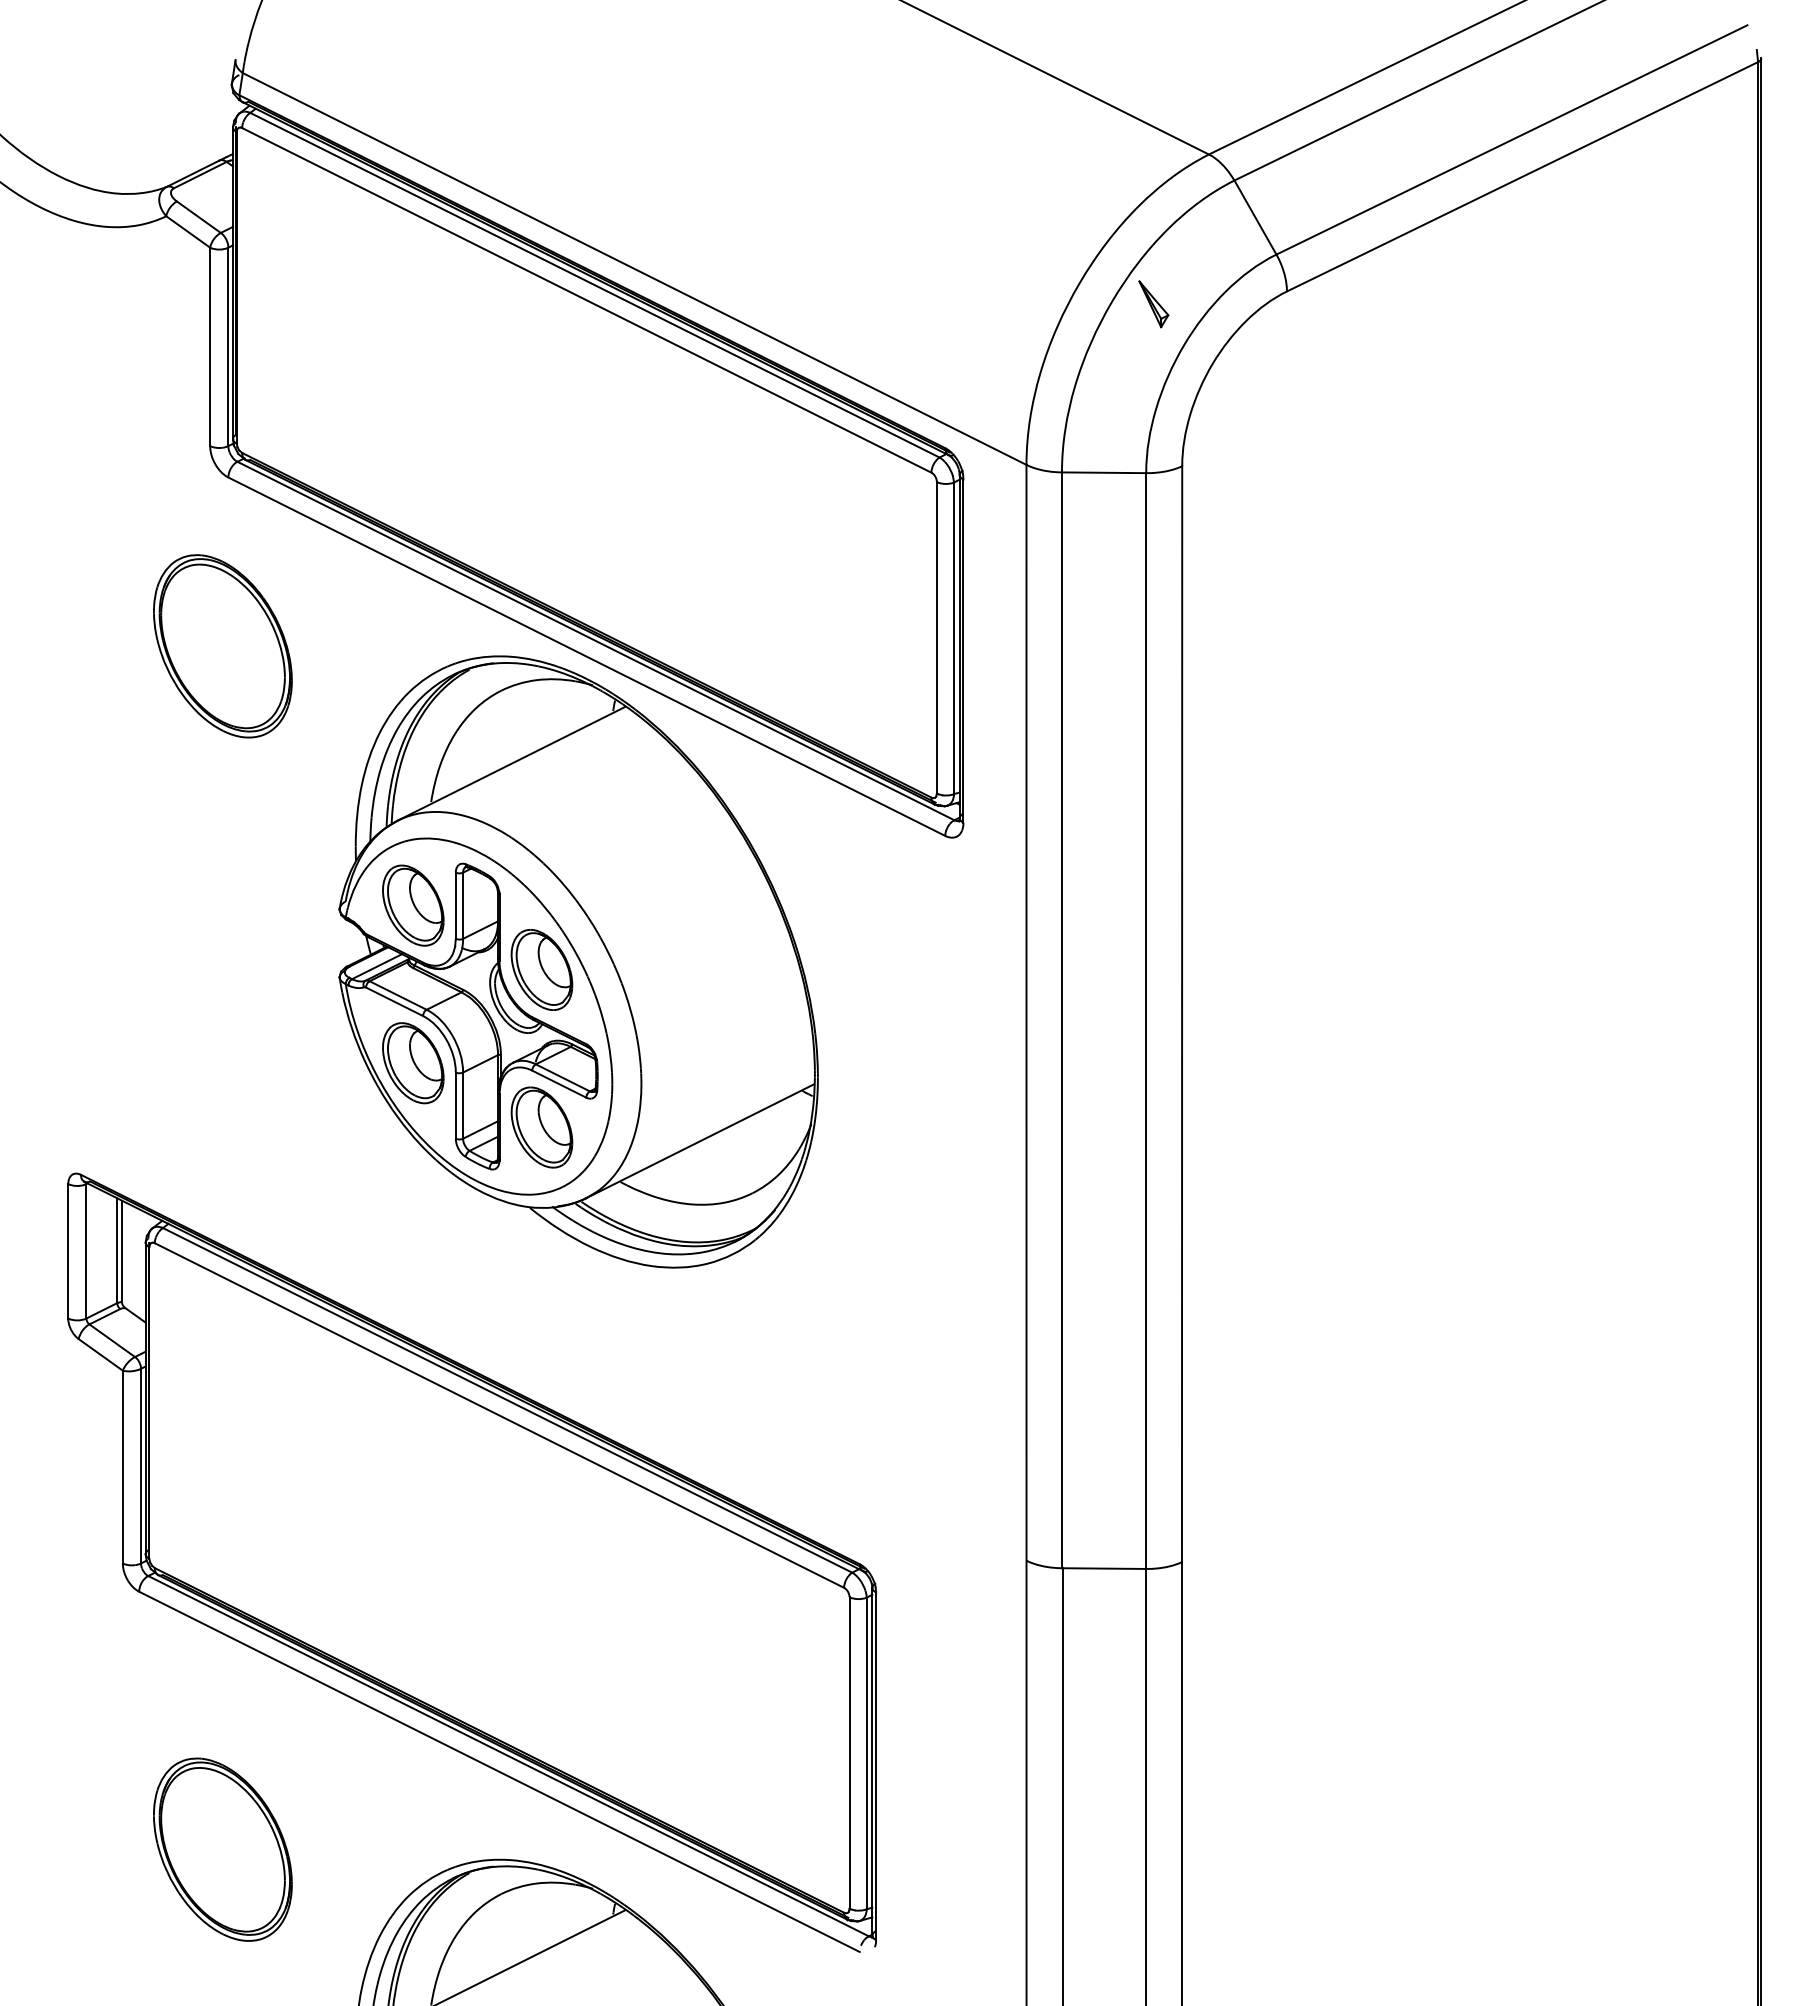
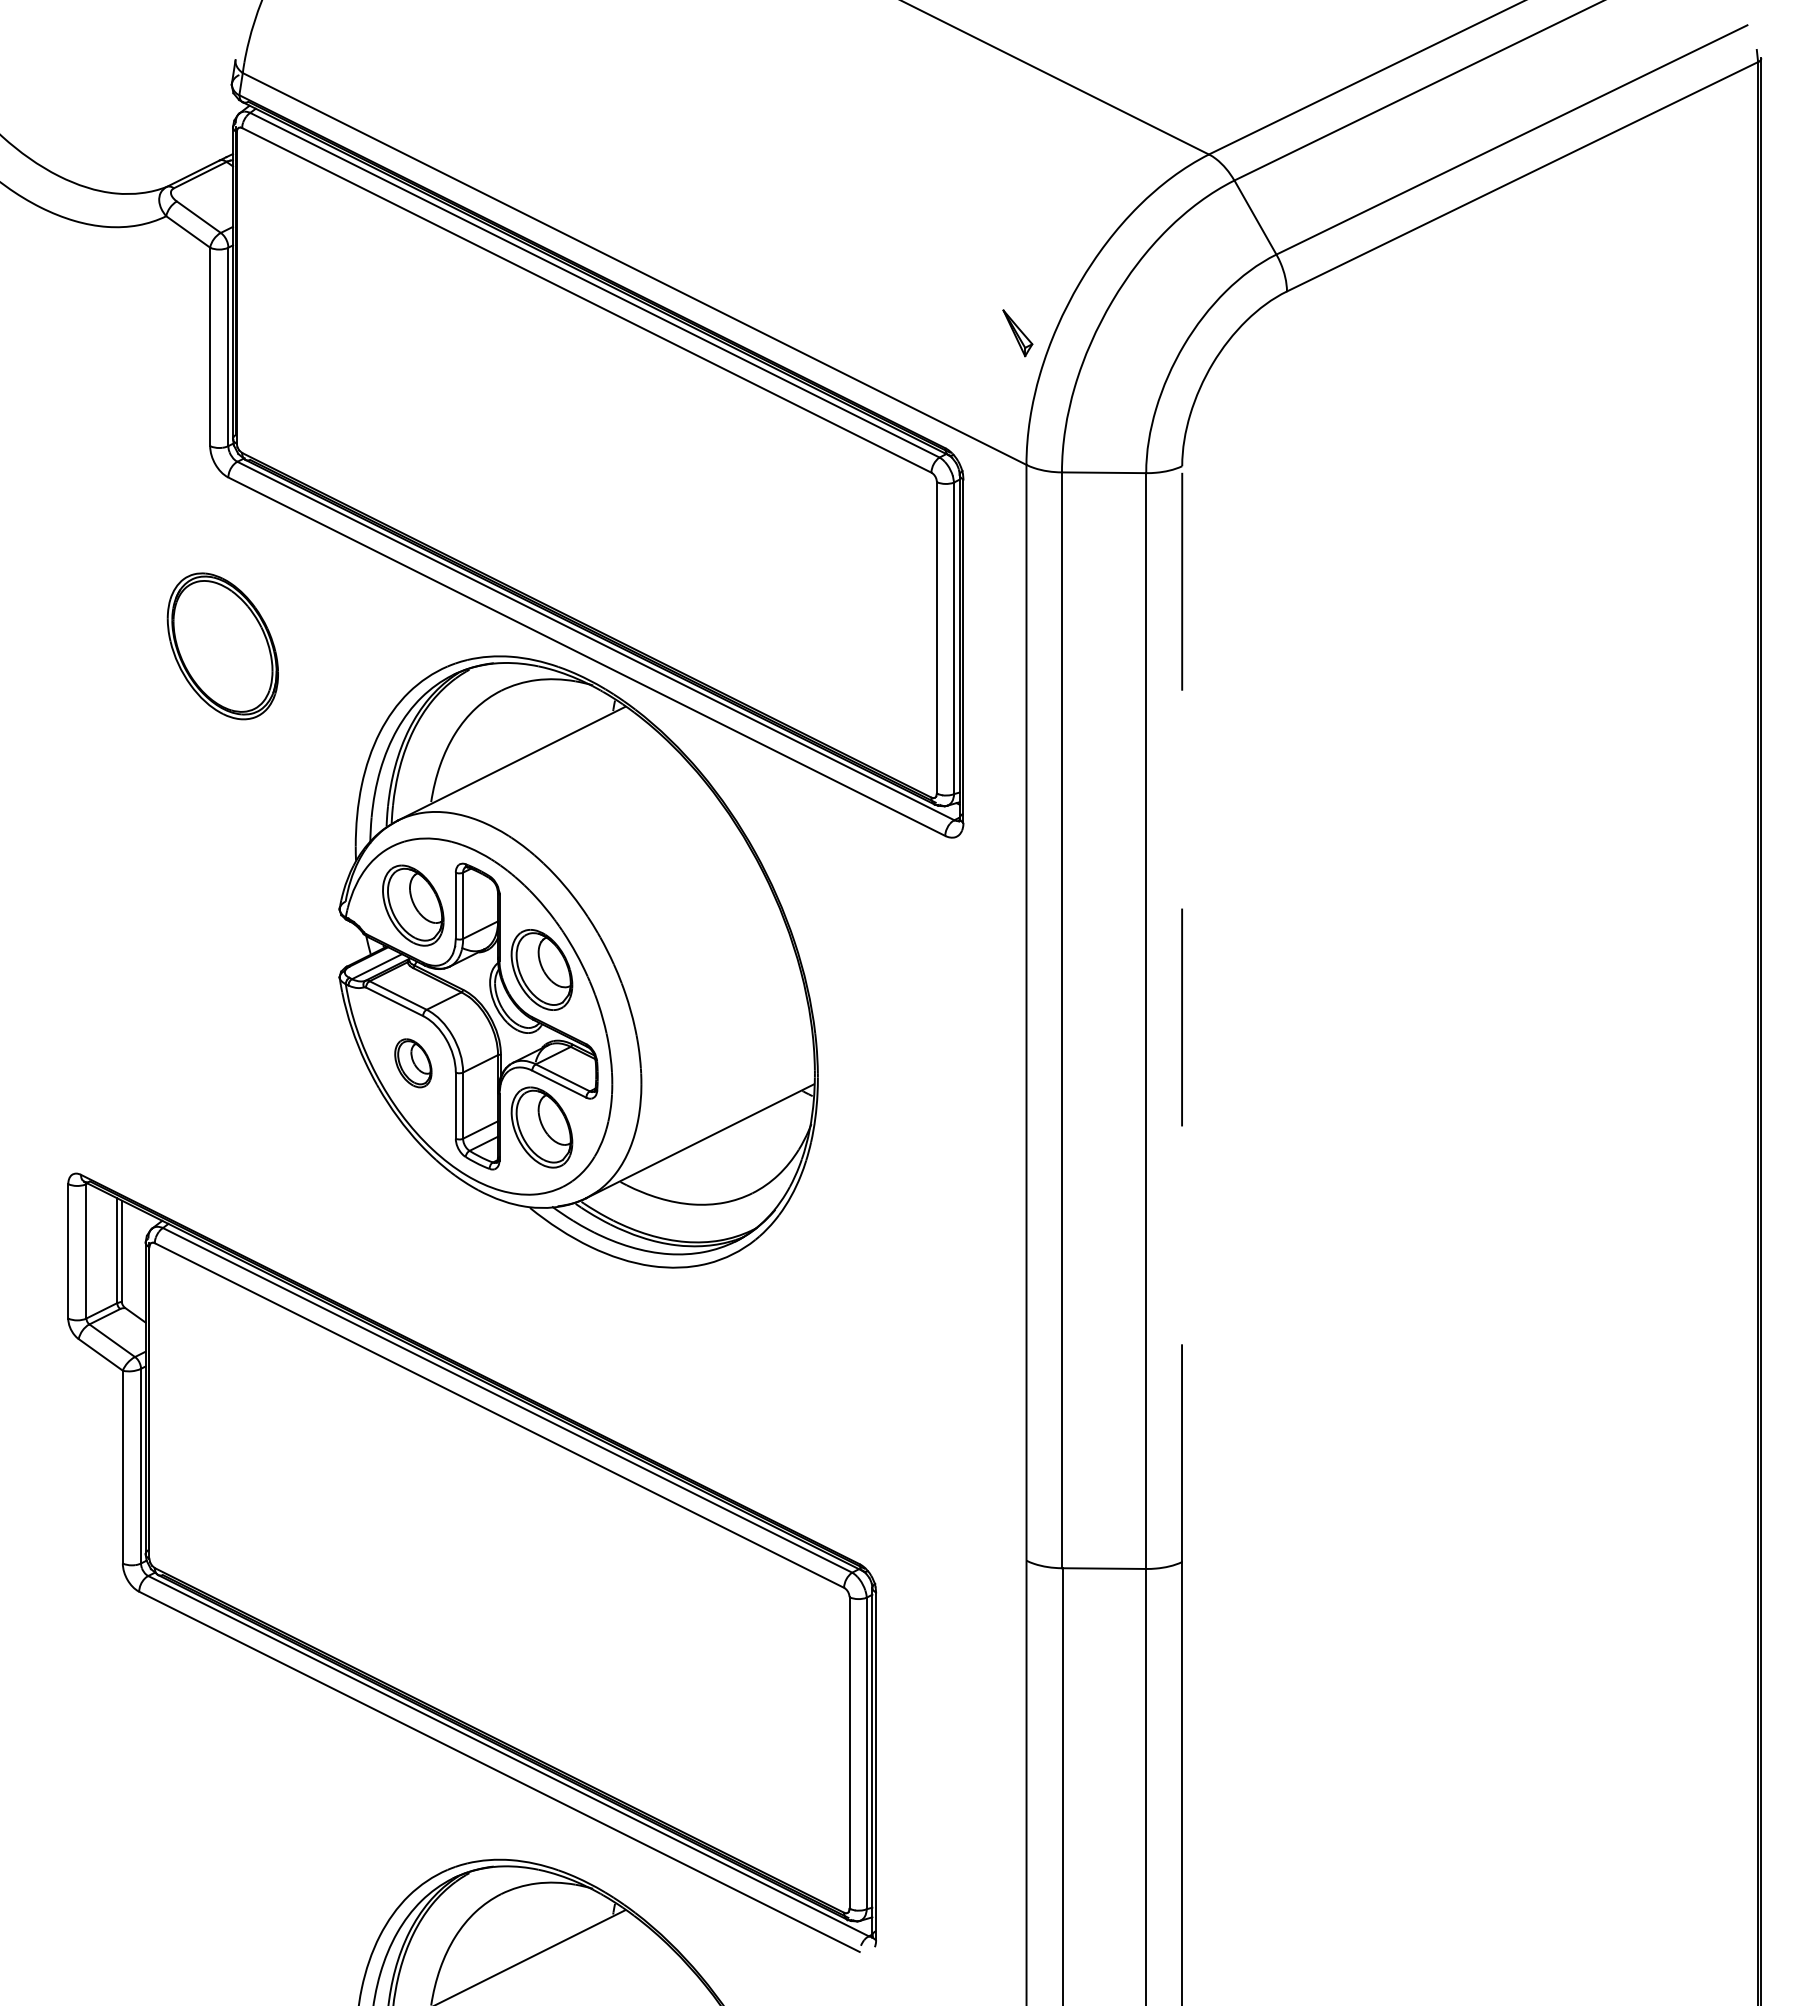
part at (1153, 304) position: (1153, 304) -> (1017, 333)
part at (222, 646) size: 140x185 px -> 113x149 px
line at (1182, 1014): solid -> dashed
part at (413, 1063) size: 63x83 px -> 39x51 px
part at (222, 1849): present -> none
